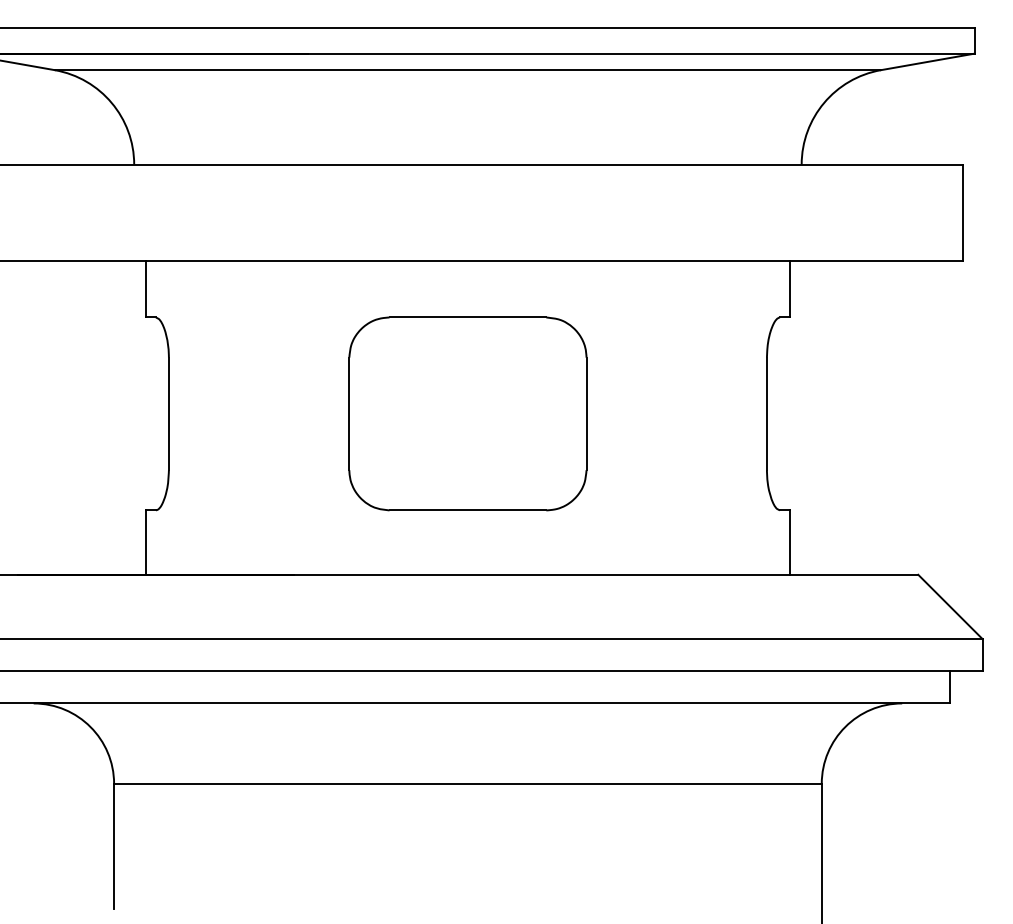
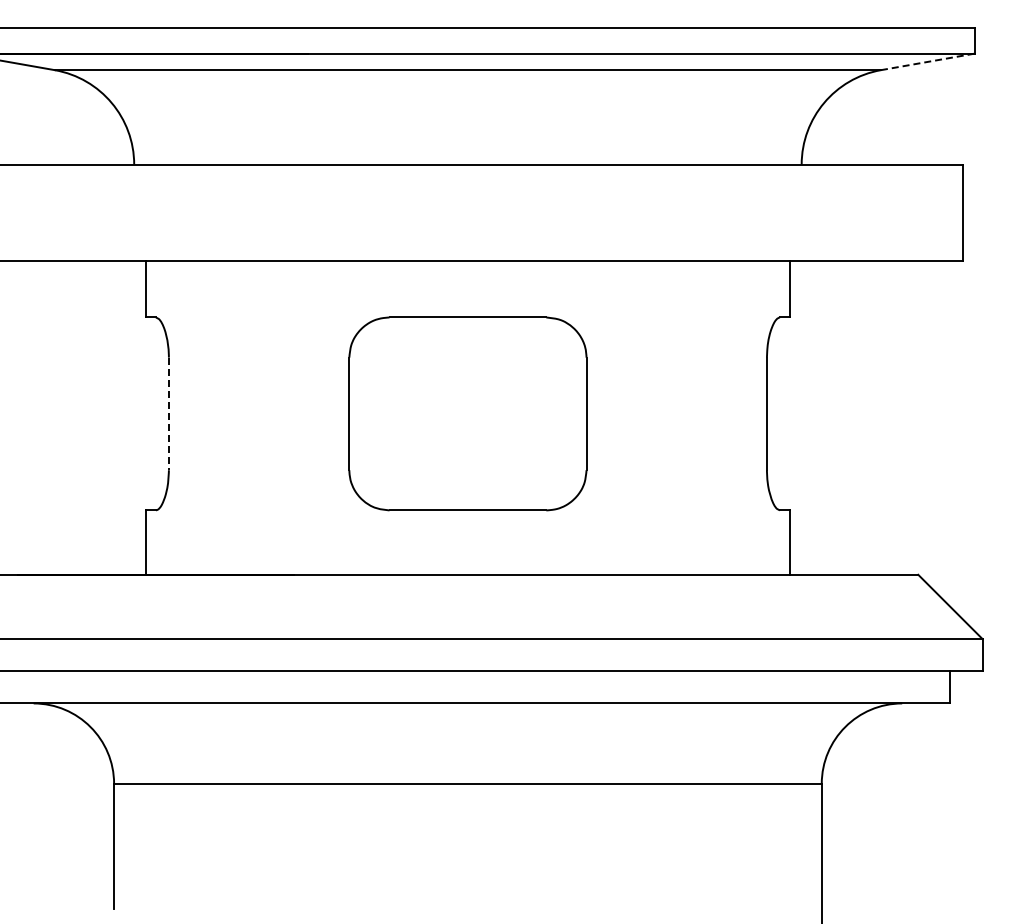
line at (927, 61): solid -> dashed
line at (168, 414): solid -> dashed
